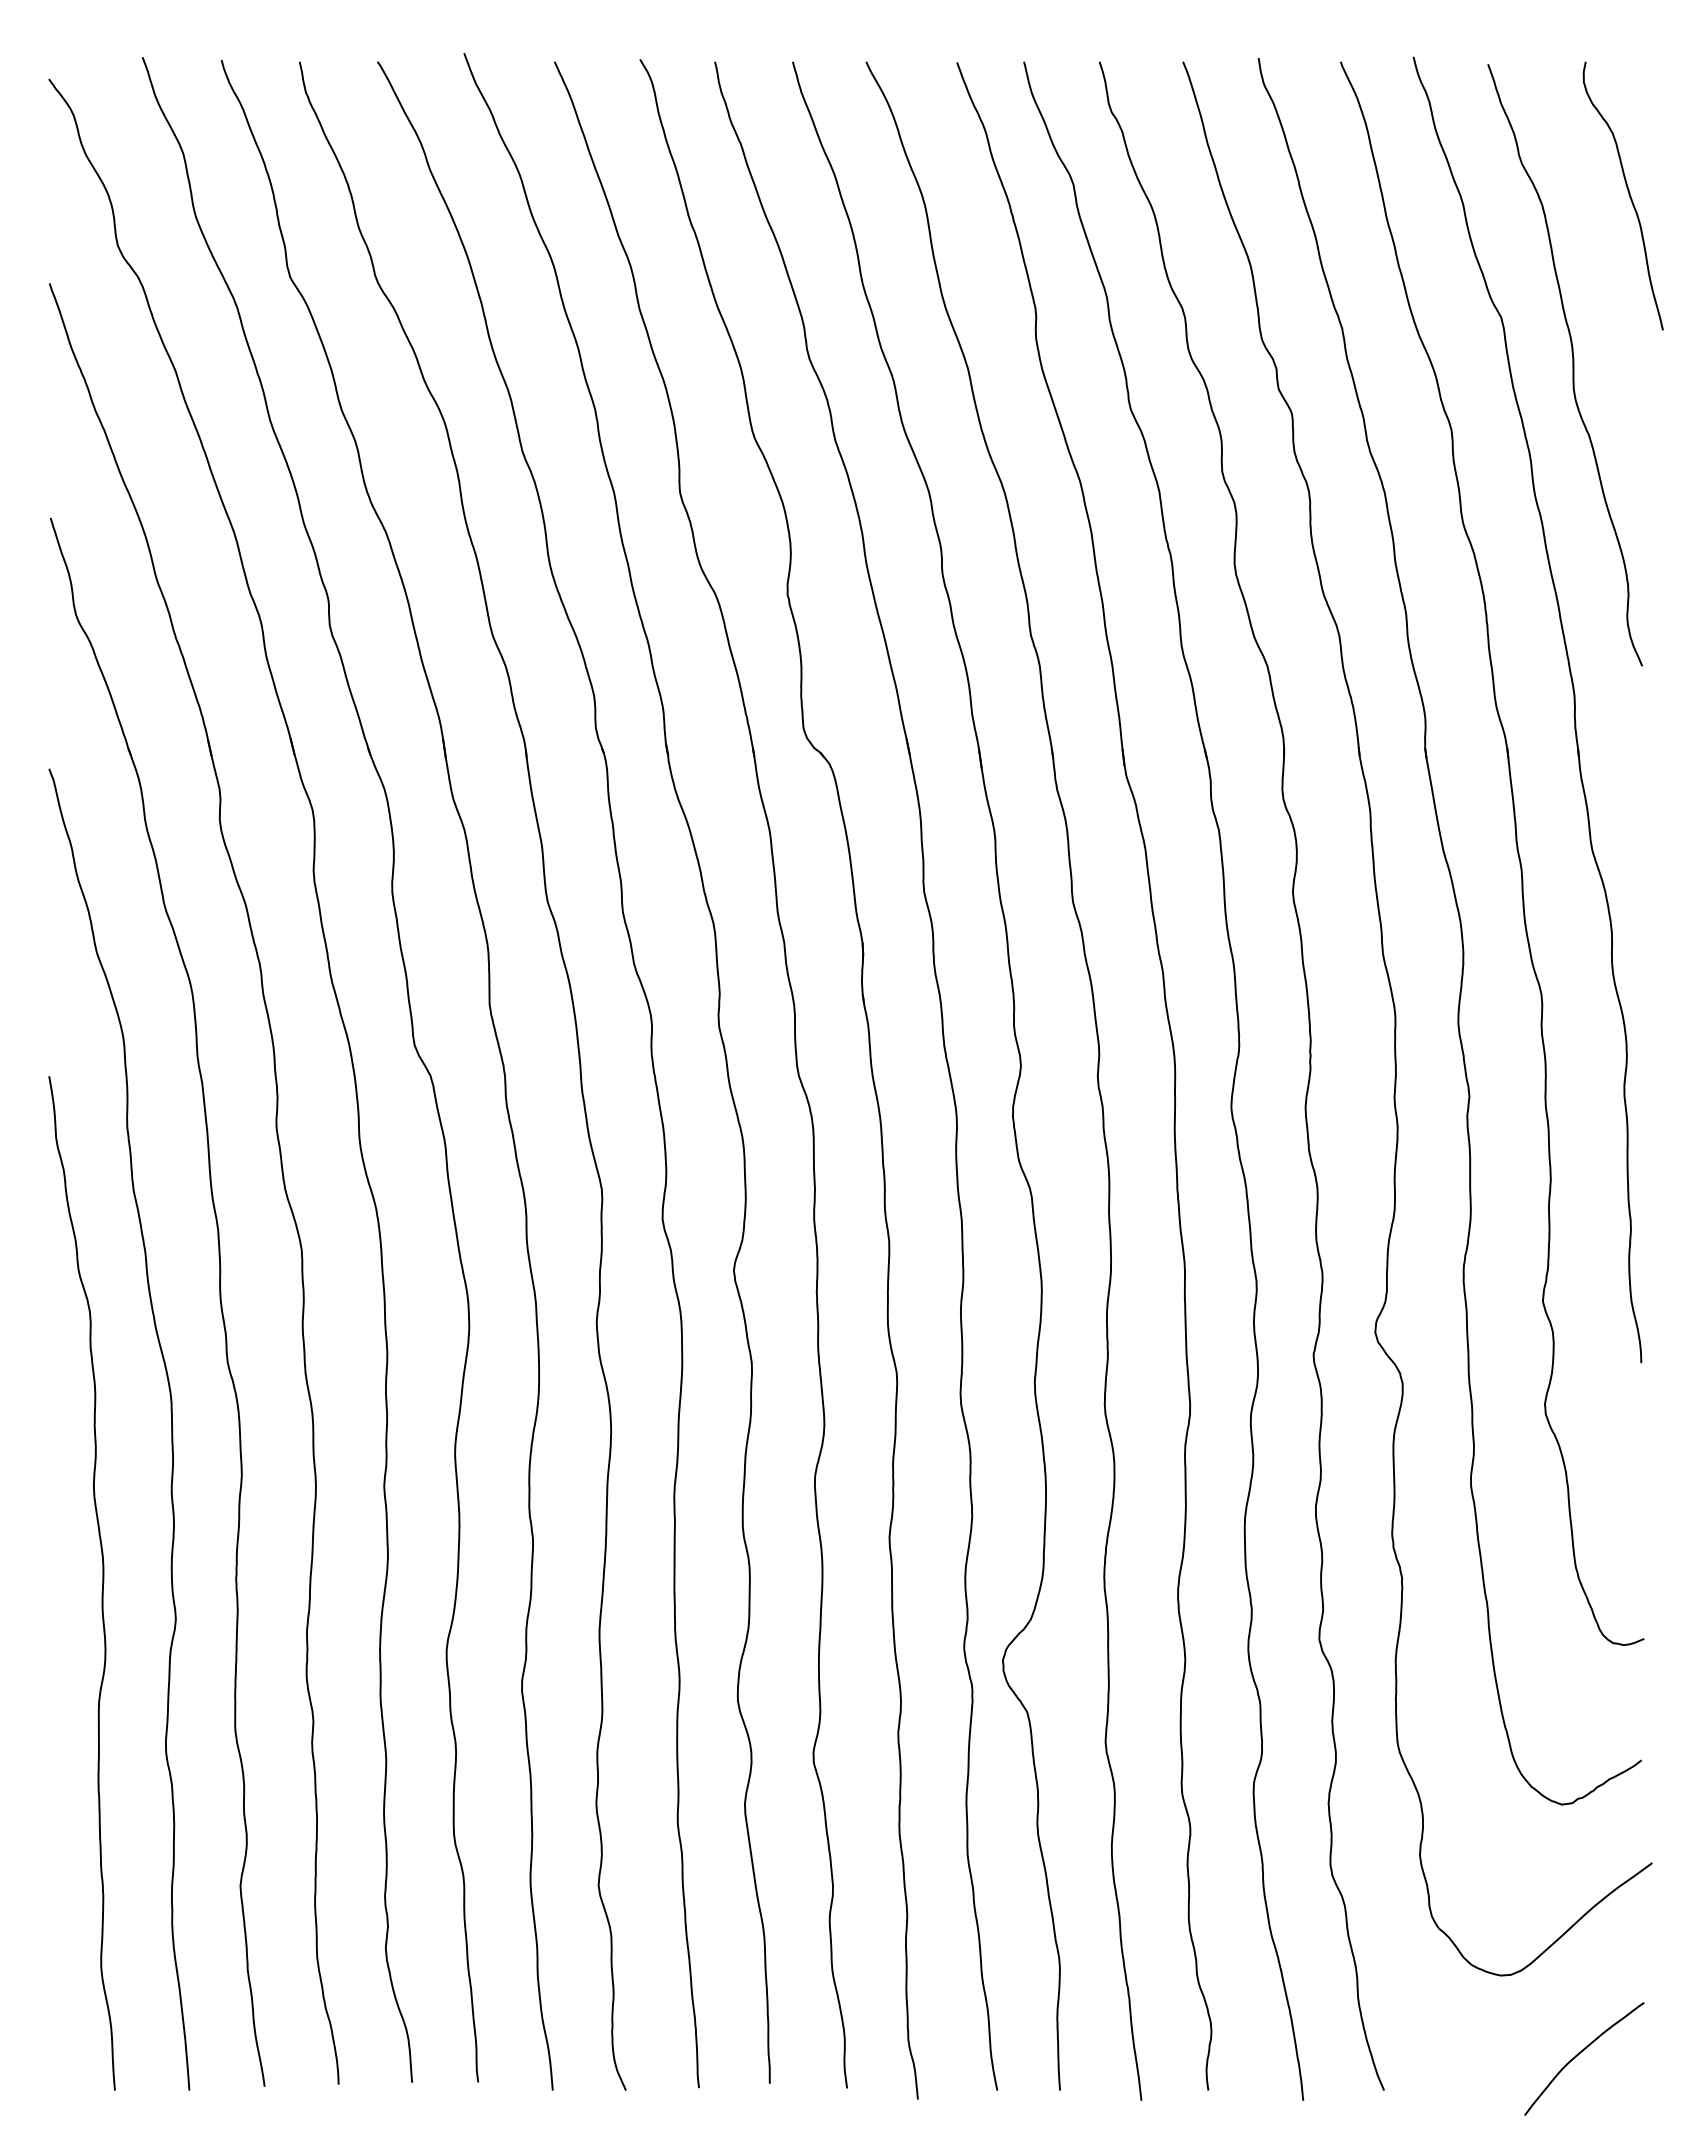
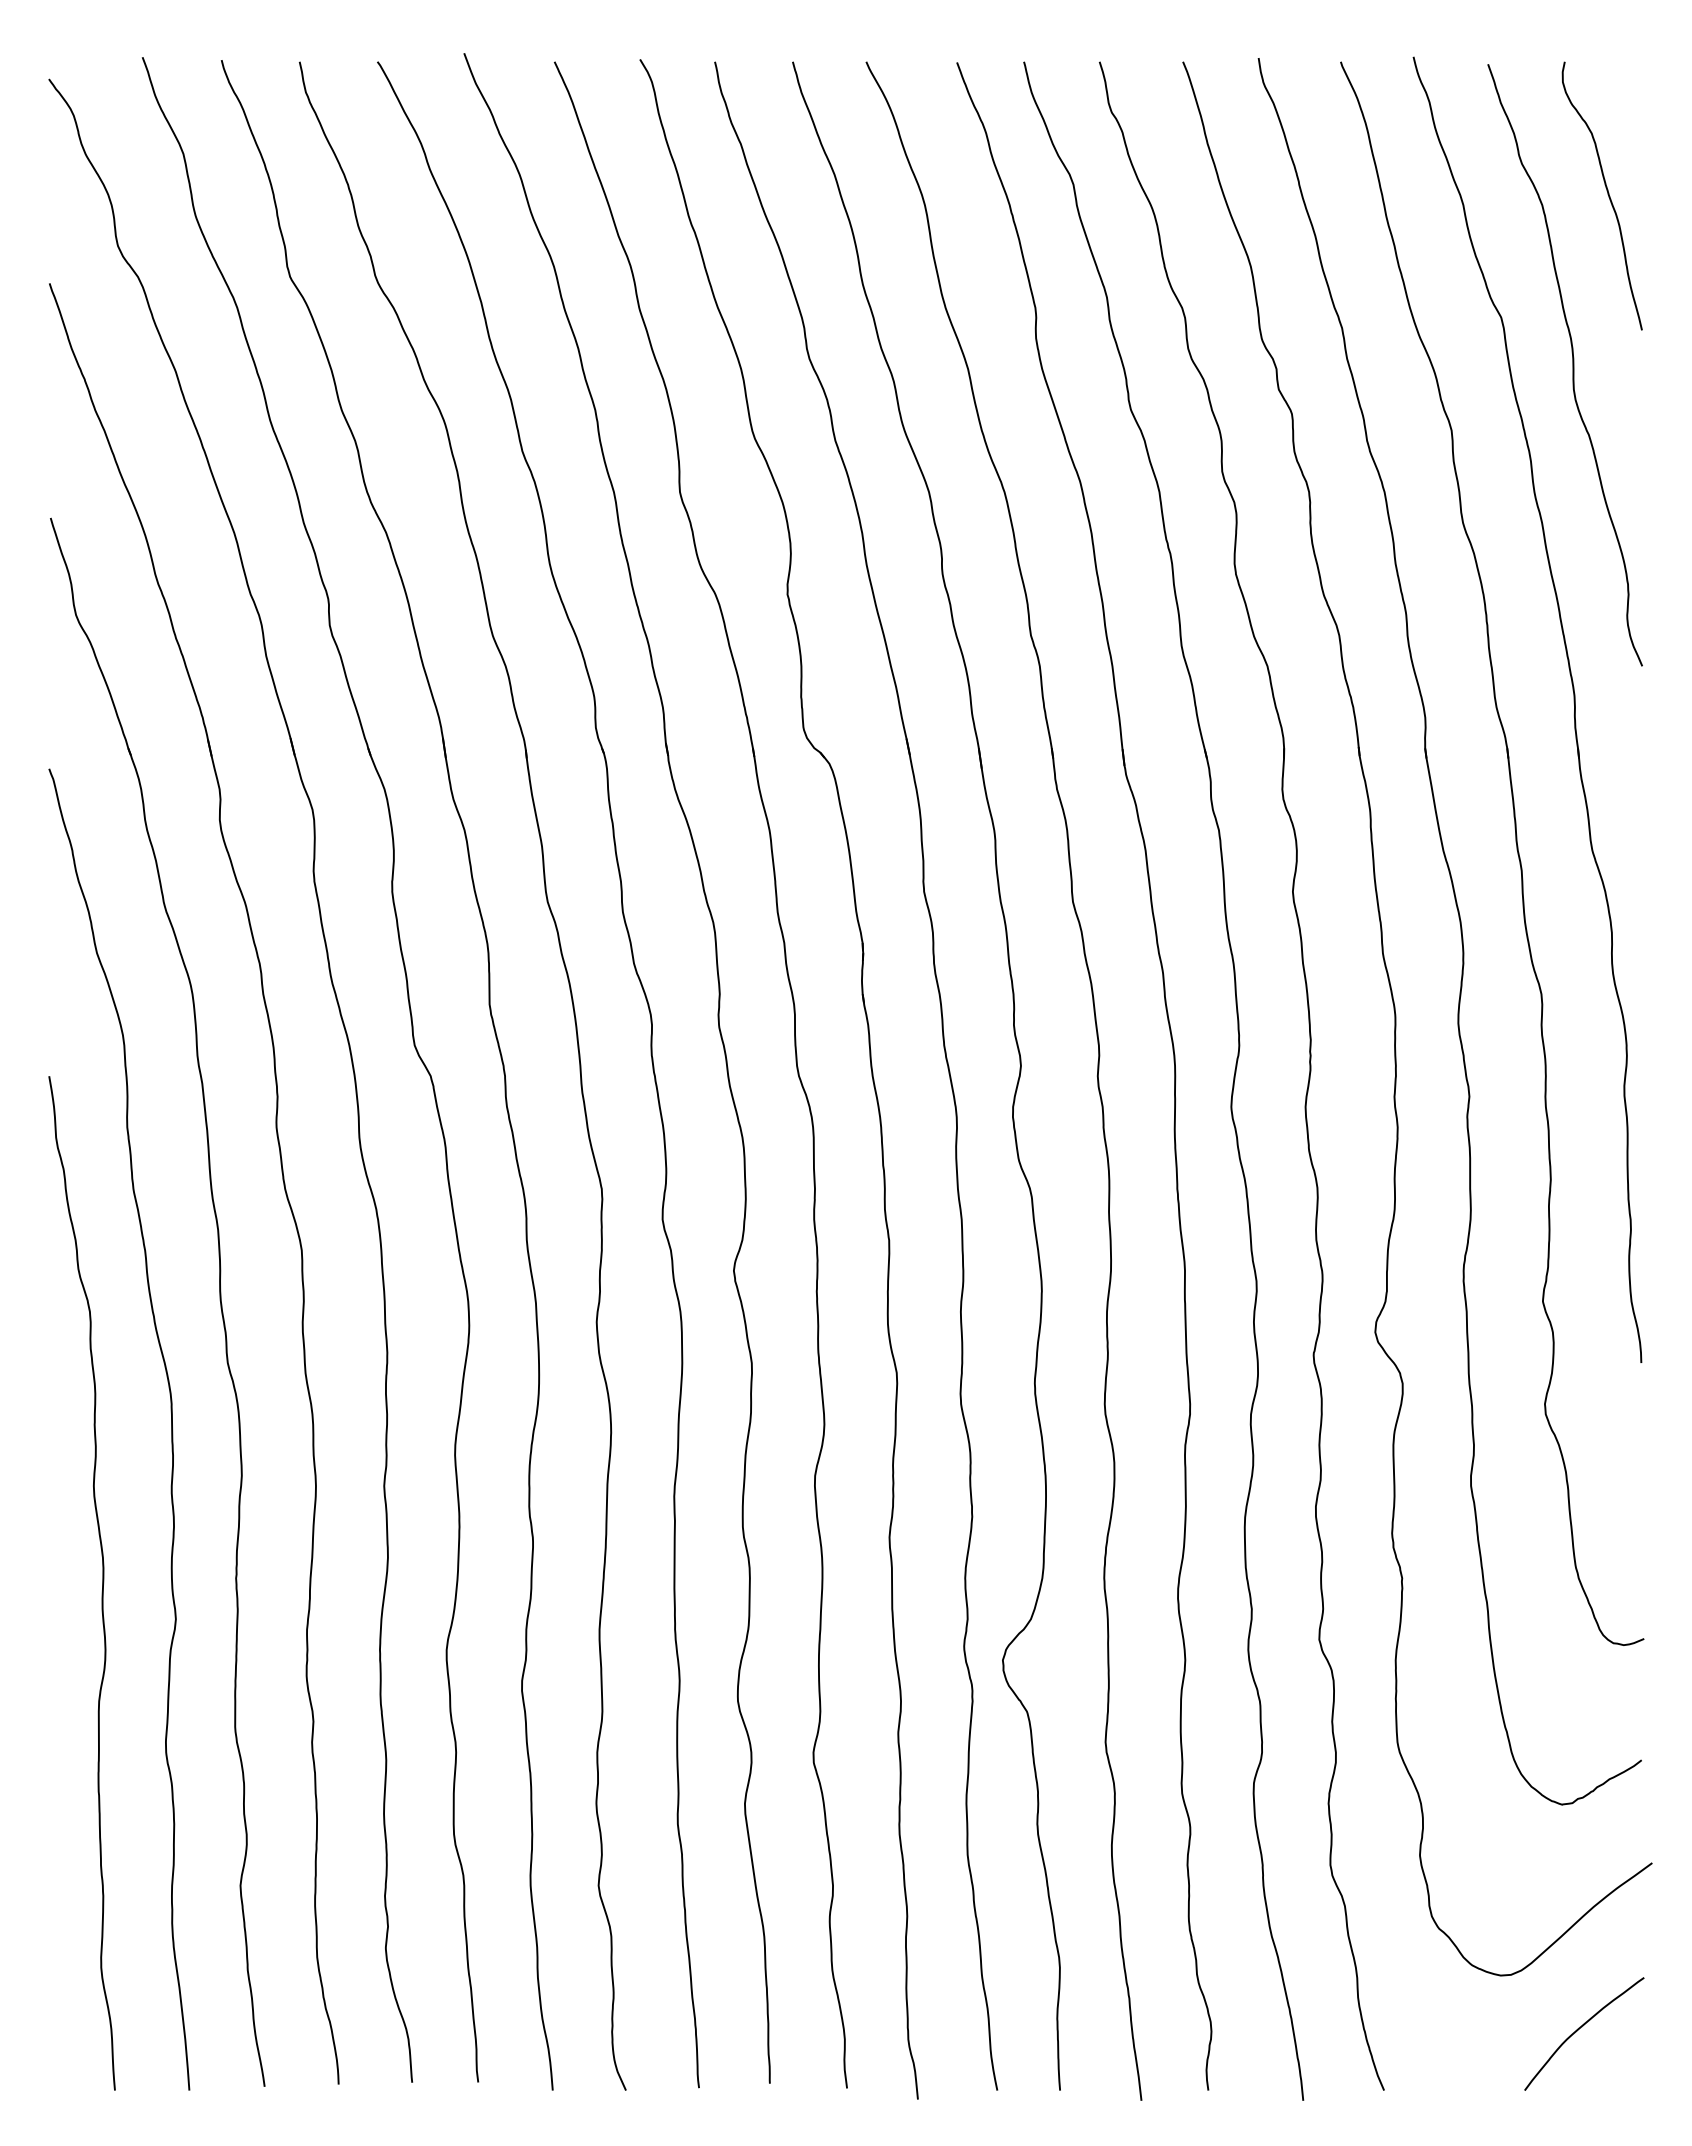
curve at (1628, 194) position: (1628, 194) -> (1607, 194)
curve at (1582, 2052) position: (1582, 2052) -> (1582, 2027)
